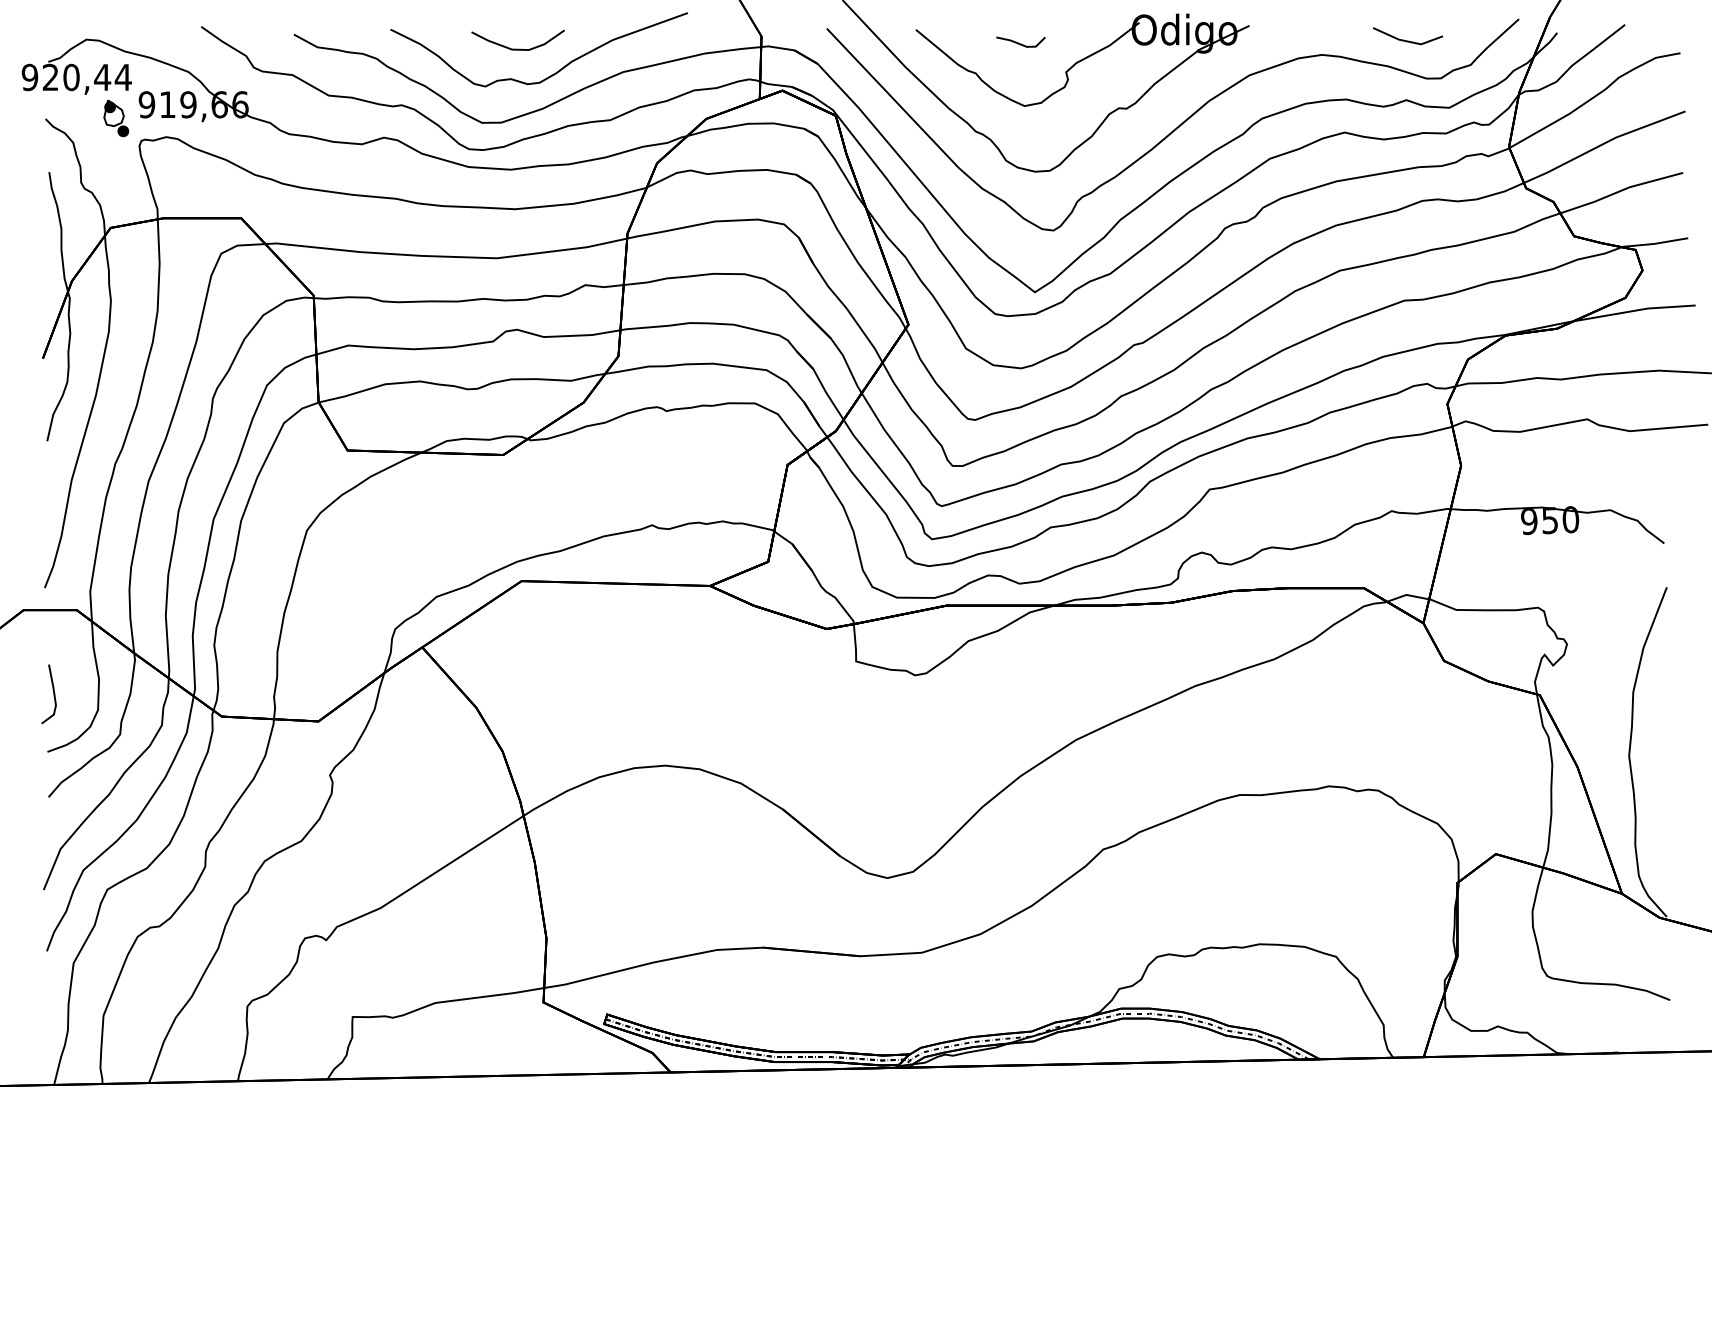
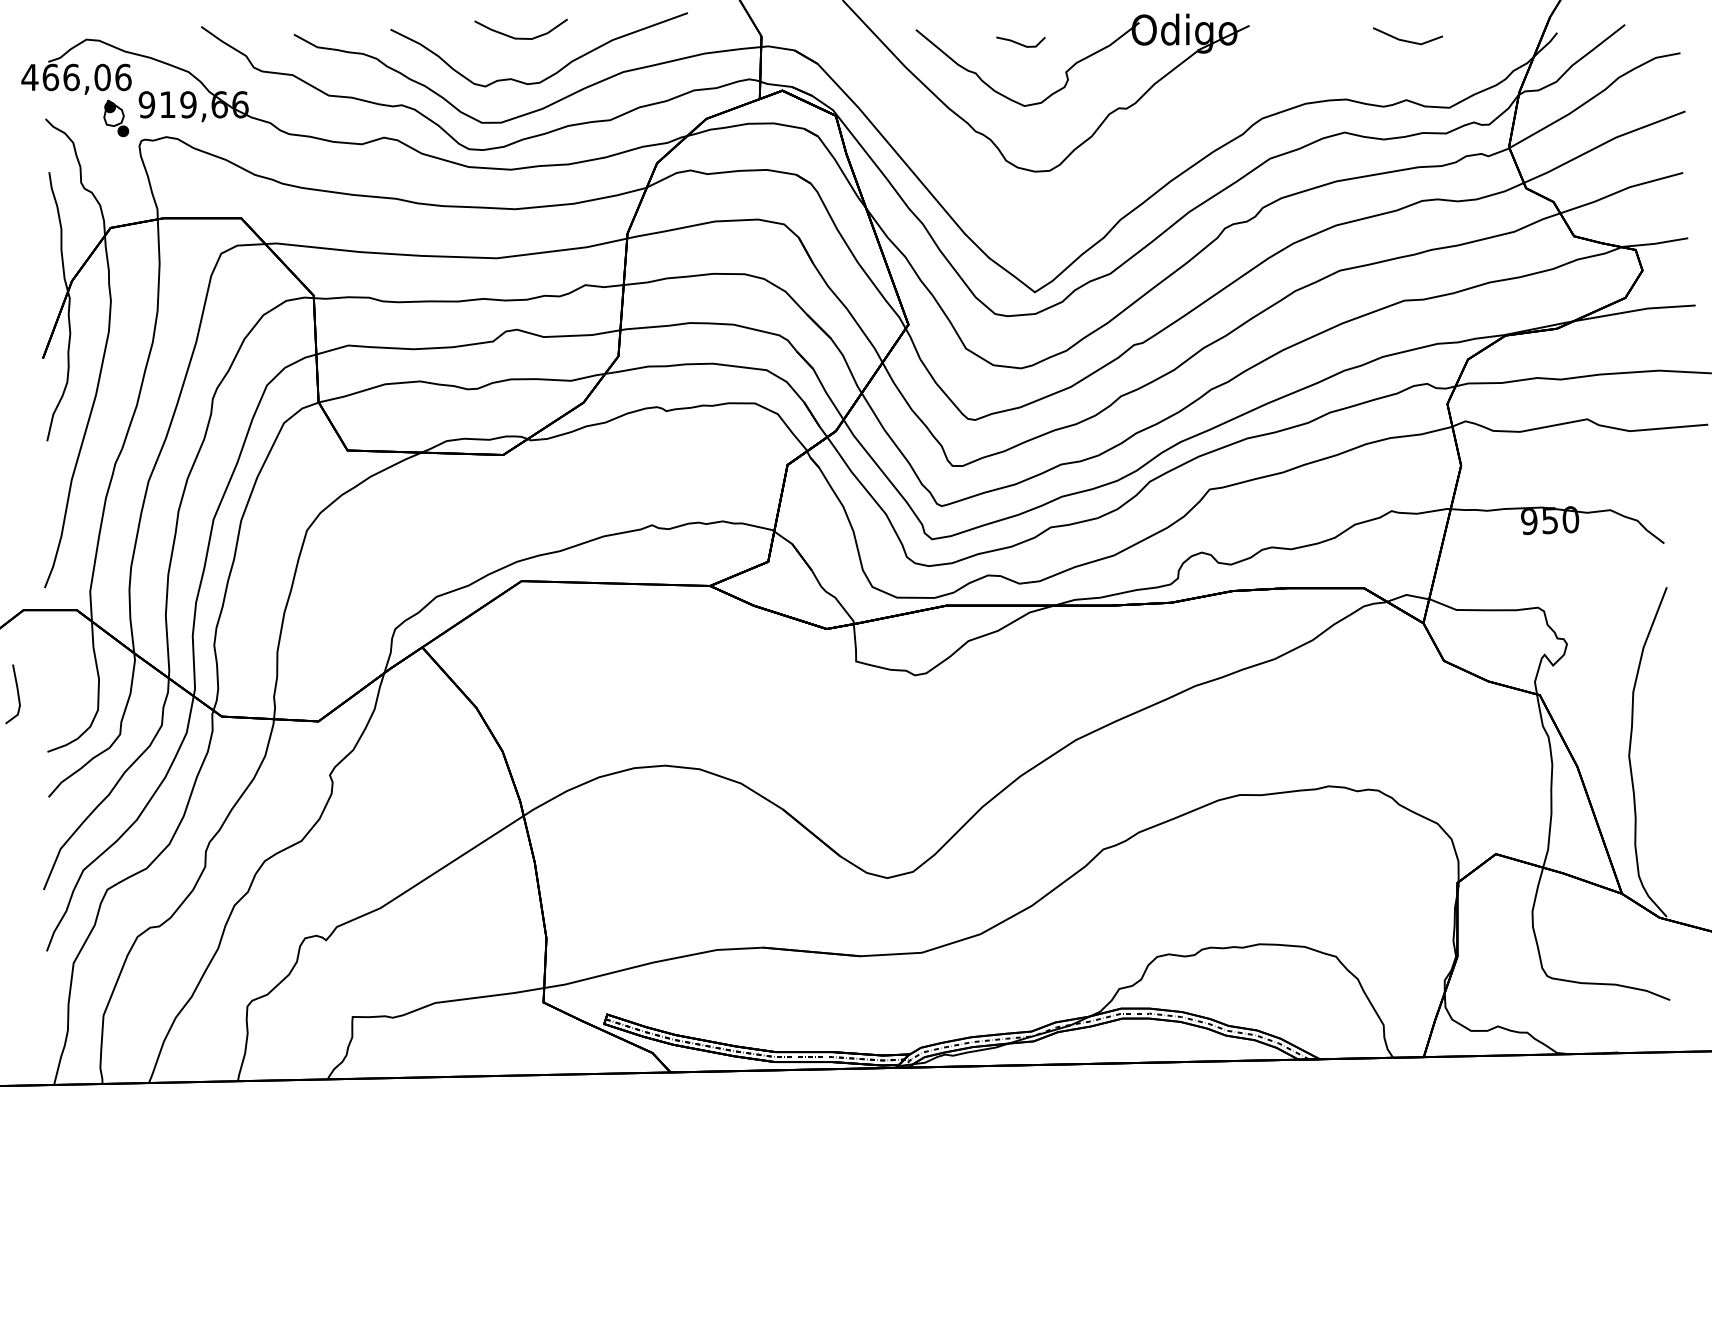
curve at (517, 48) position: (517, 48) -> (520, 37)
text at (76, 77): 920,44 -> 466,06
curve at (1176, 127): present -> none
line at (53, 694) position: (53, 694) -> (17, 694)
